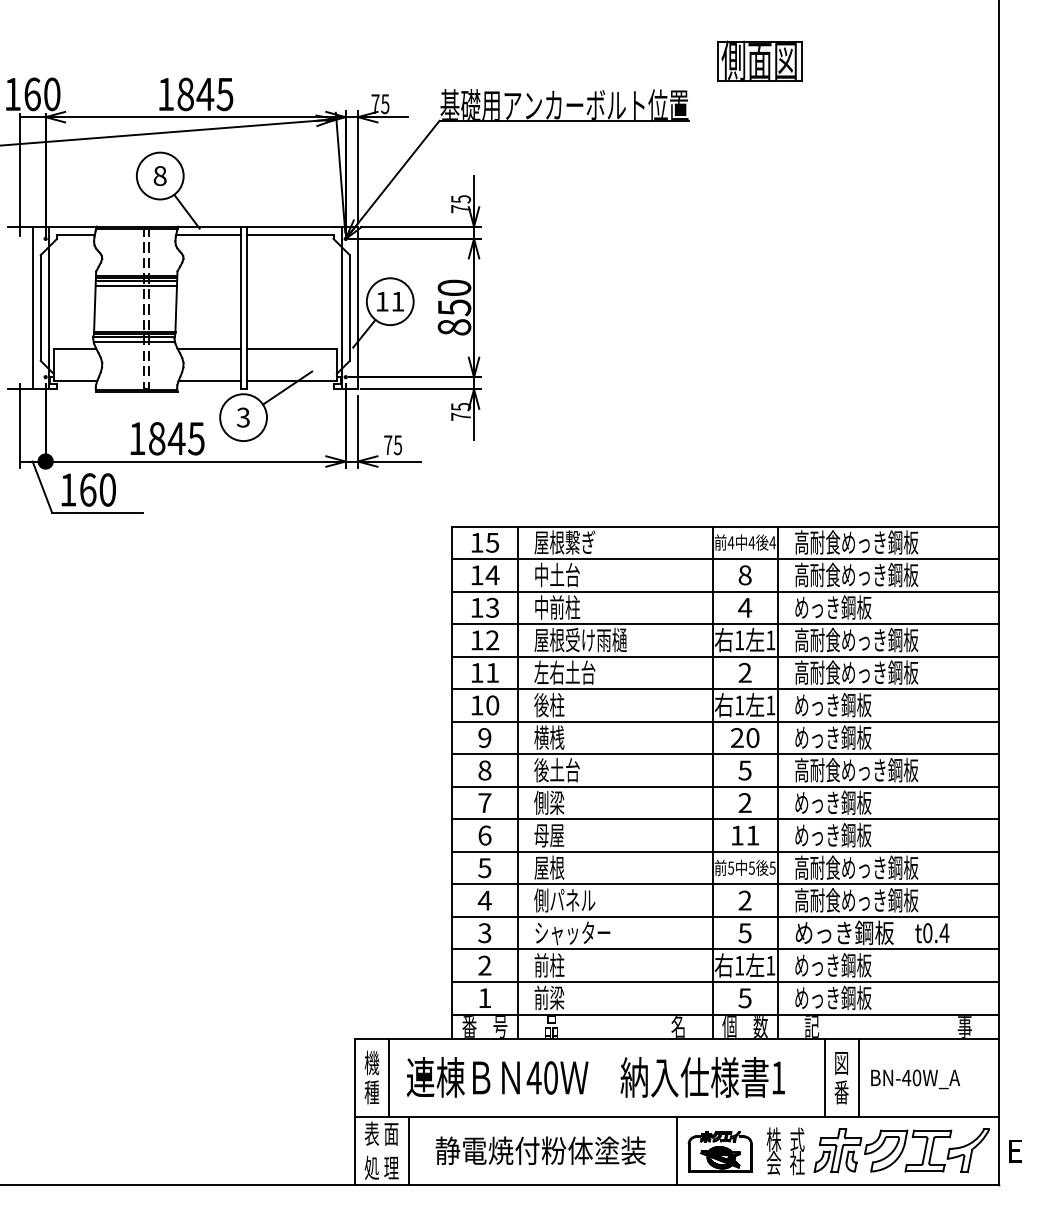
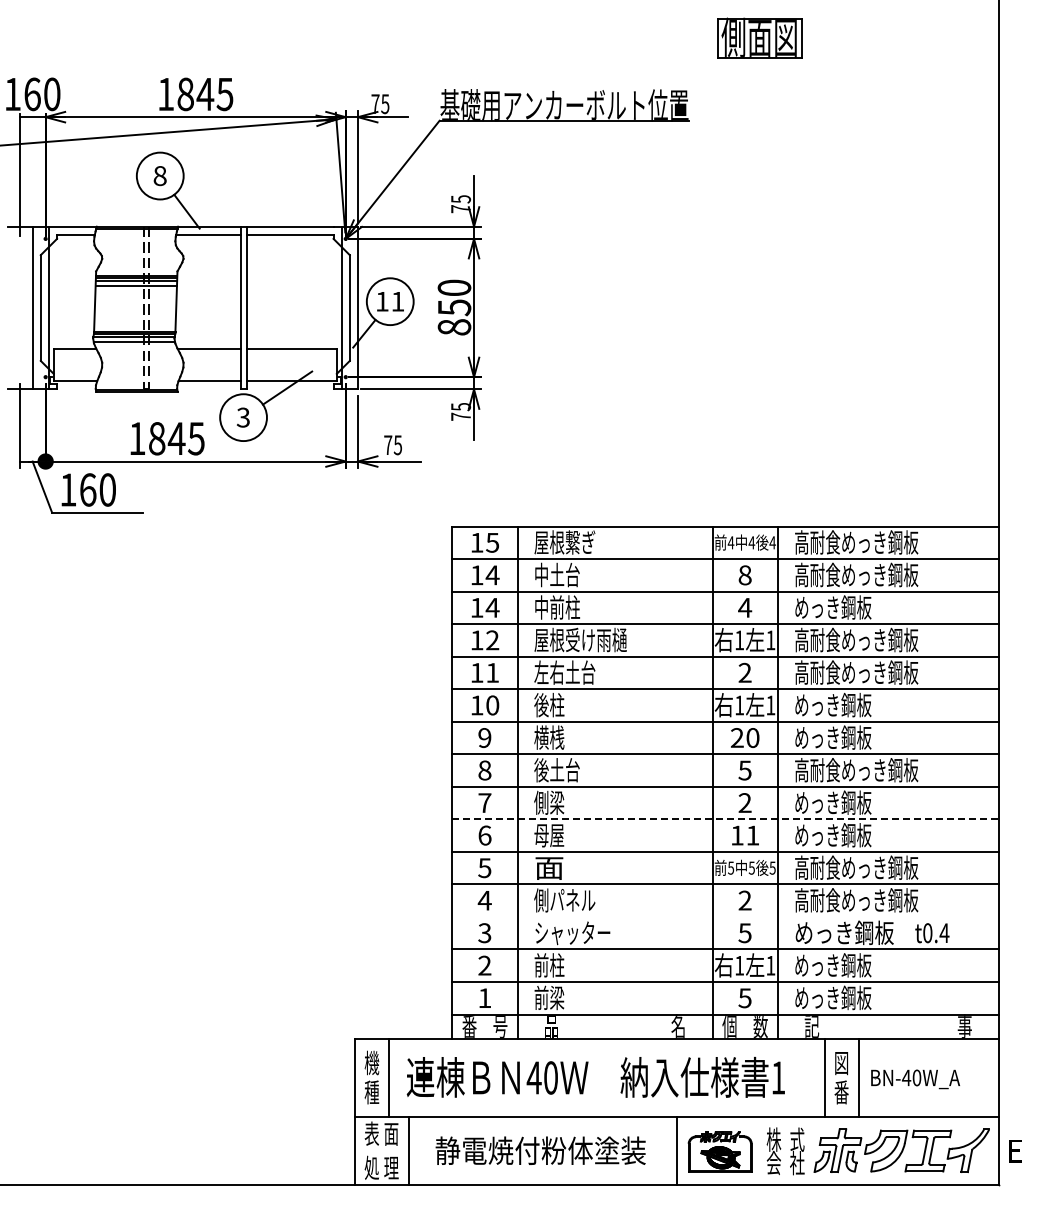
part at (759, 60) position: (759, 60) -> (759, 37)
text at (492, 607): 13 -> 14
line at (726, 819): solid -> dashed
text at (549, 867): 屋根 -> 面
line at (725, 916): present -> none
